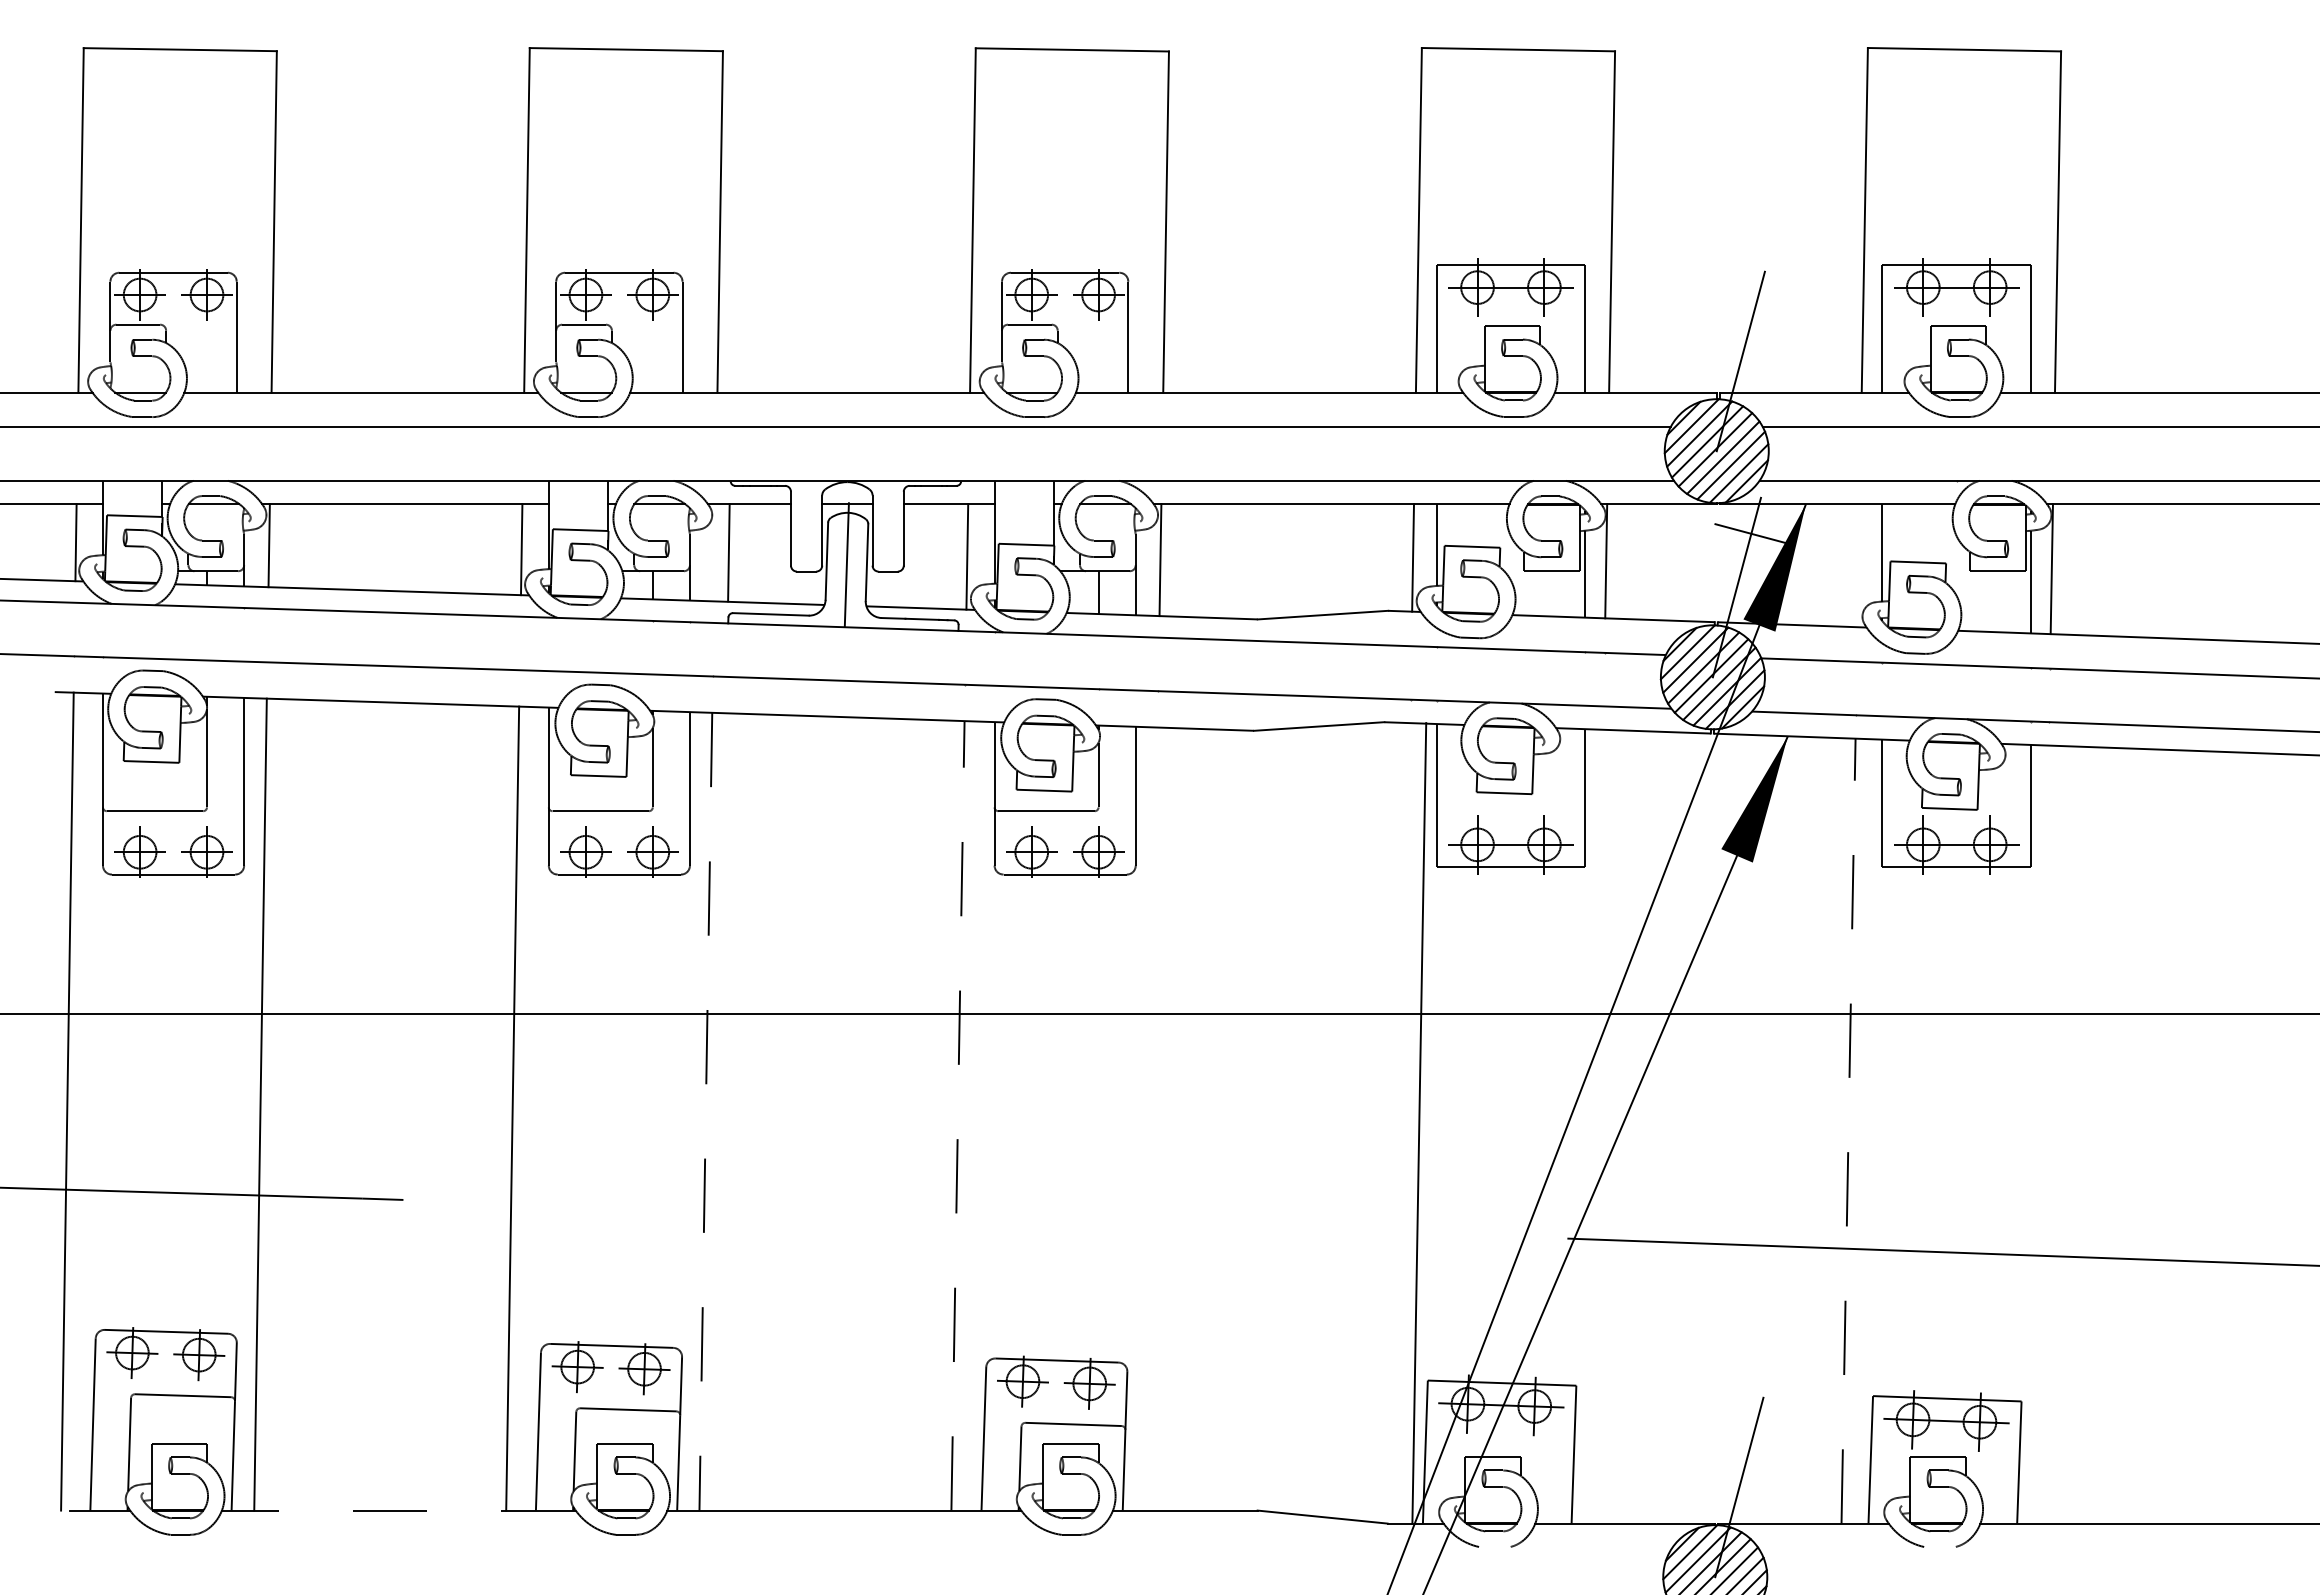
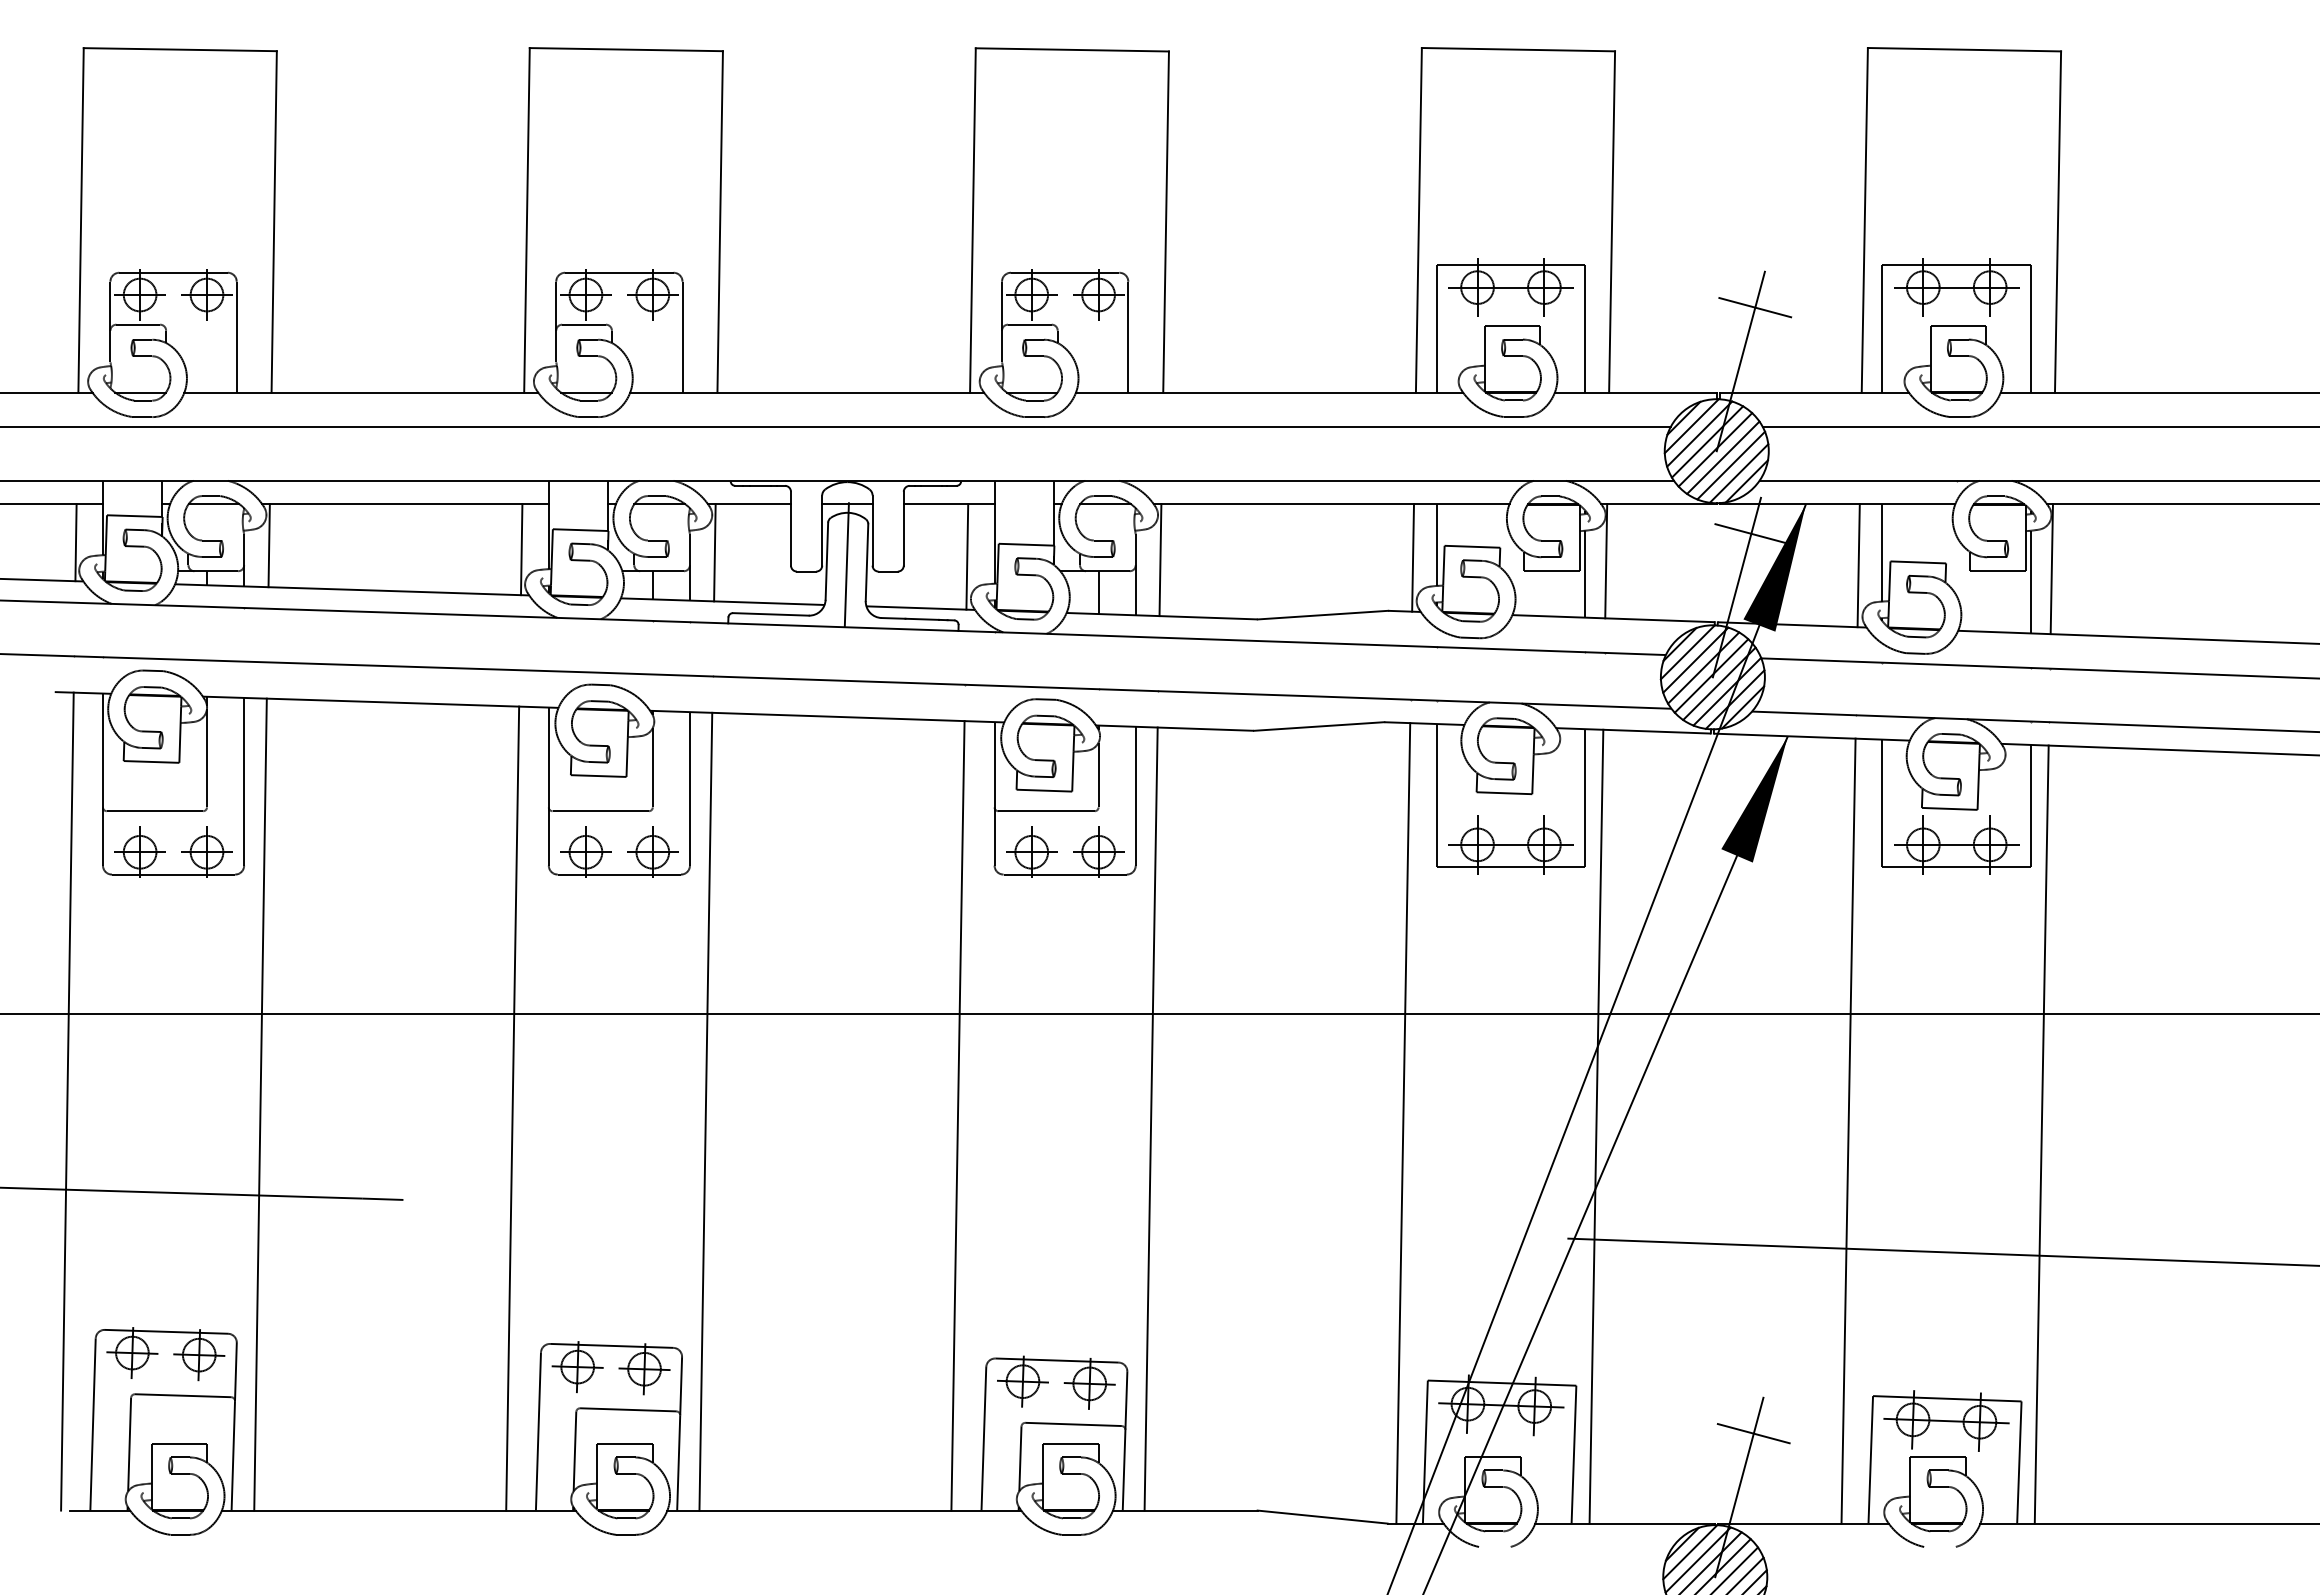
line at (1755, 307): none -> present
line at (728, 552) position: (728, 552) -> (714, 552)
line at (1858, 565): none -> present
line at (705, 1111): dashed -> solid
line at (957, 1115): dashed -> solid
line at (1150, 1118): none -> present
line at (1419, 1123) position: (1419, 1123) -> (1403, 1123)
line at (1596, 1126): none -> present
line at (1848, 1131): dashed -> solid
line at (2041, 1134): none -> present
line at (1753, 1433): none -> present
line at (398, 1510): dashed -> solid
